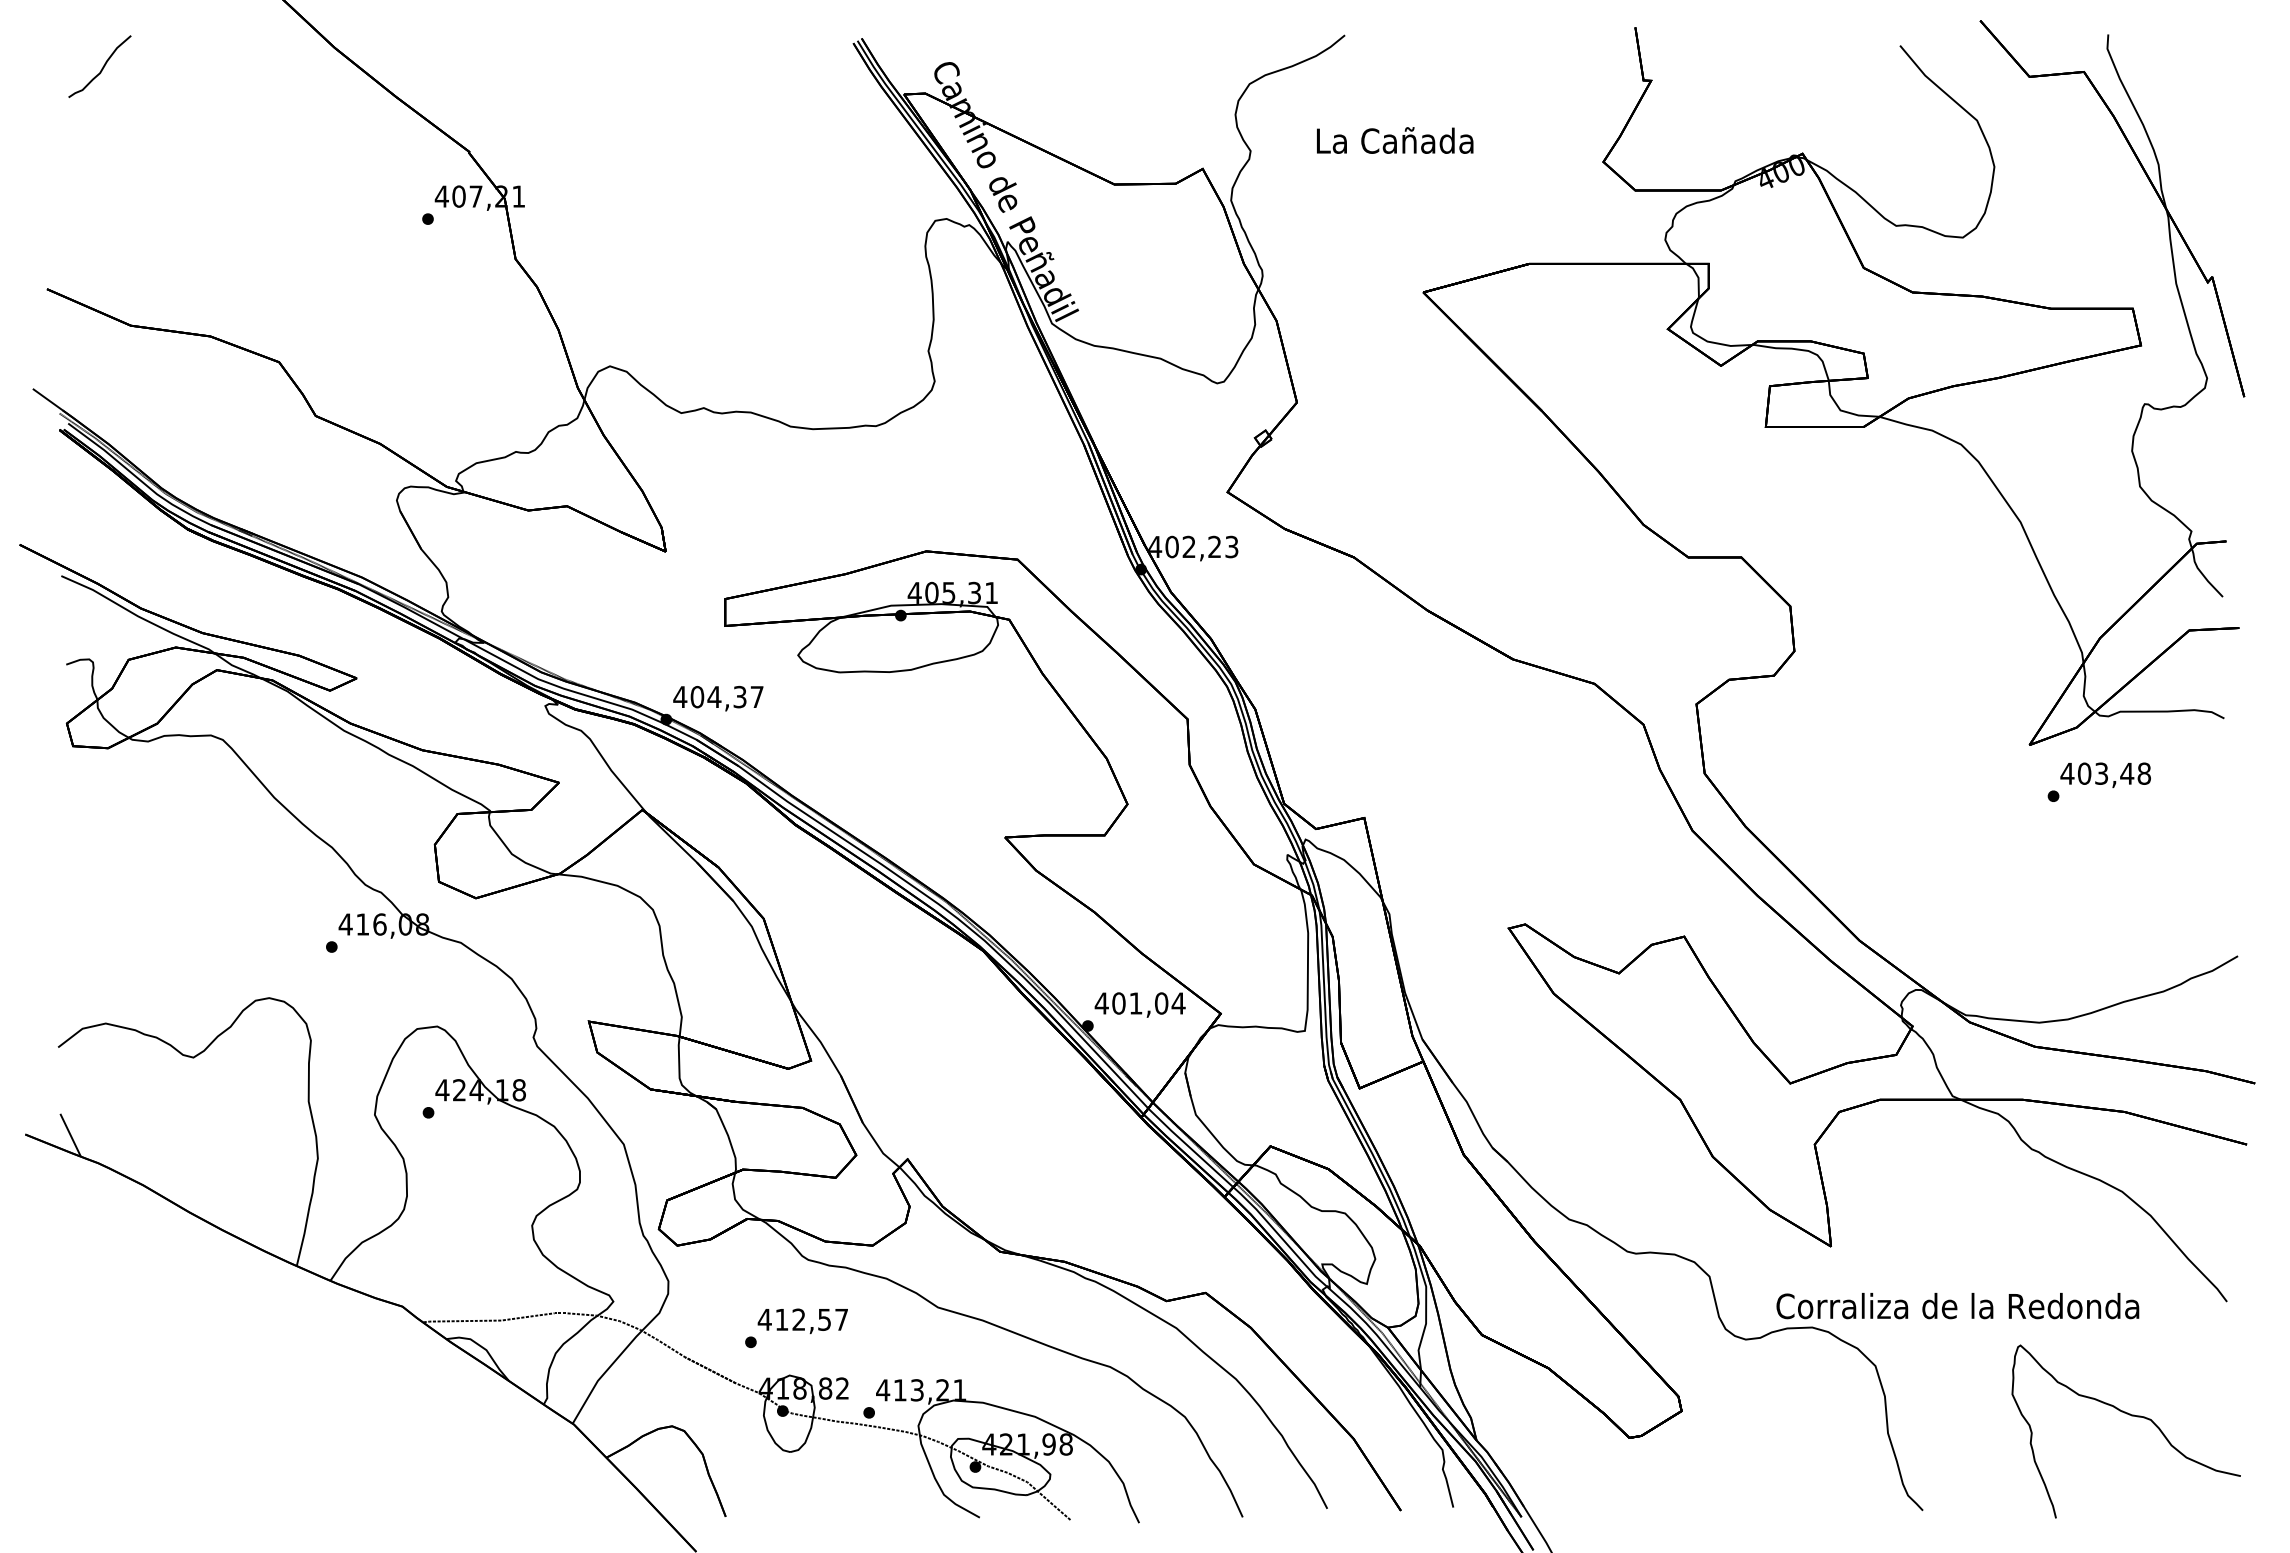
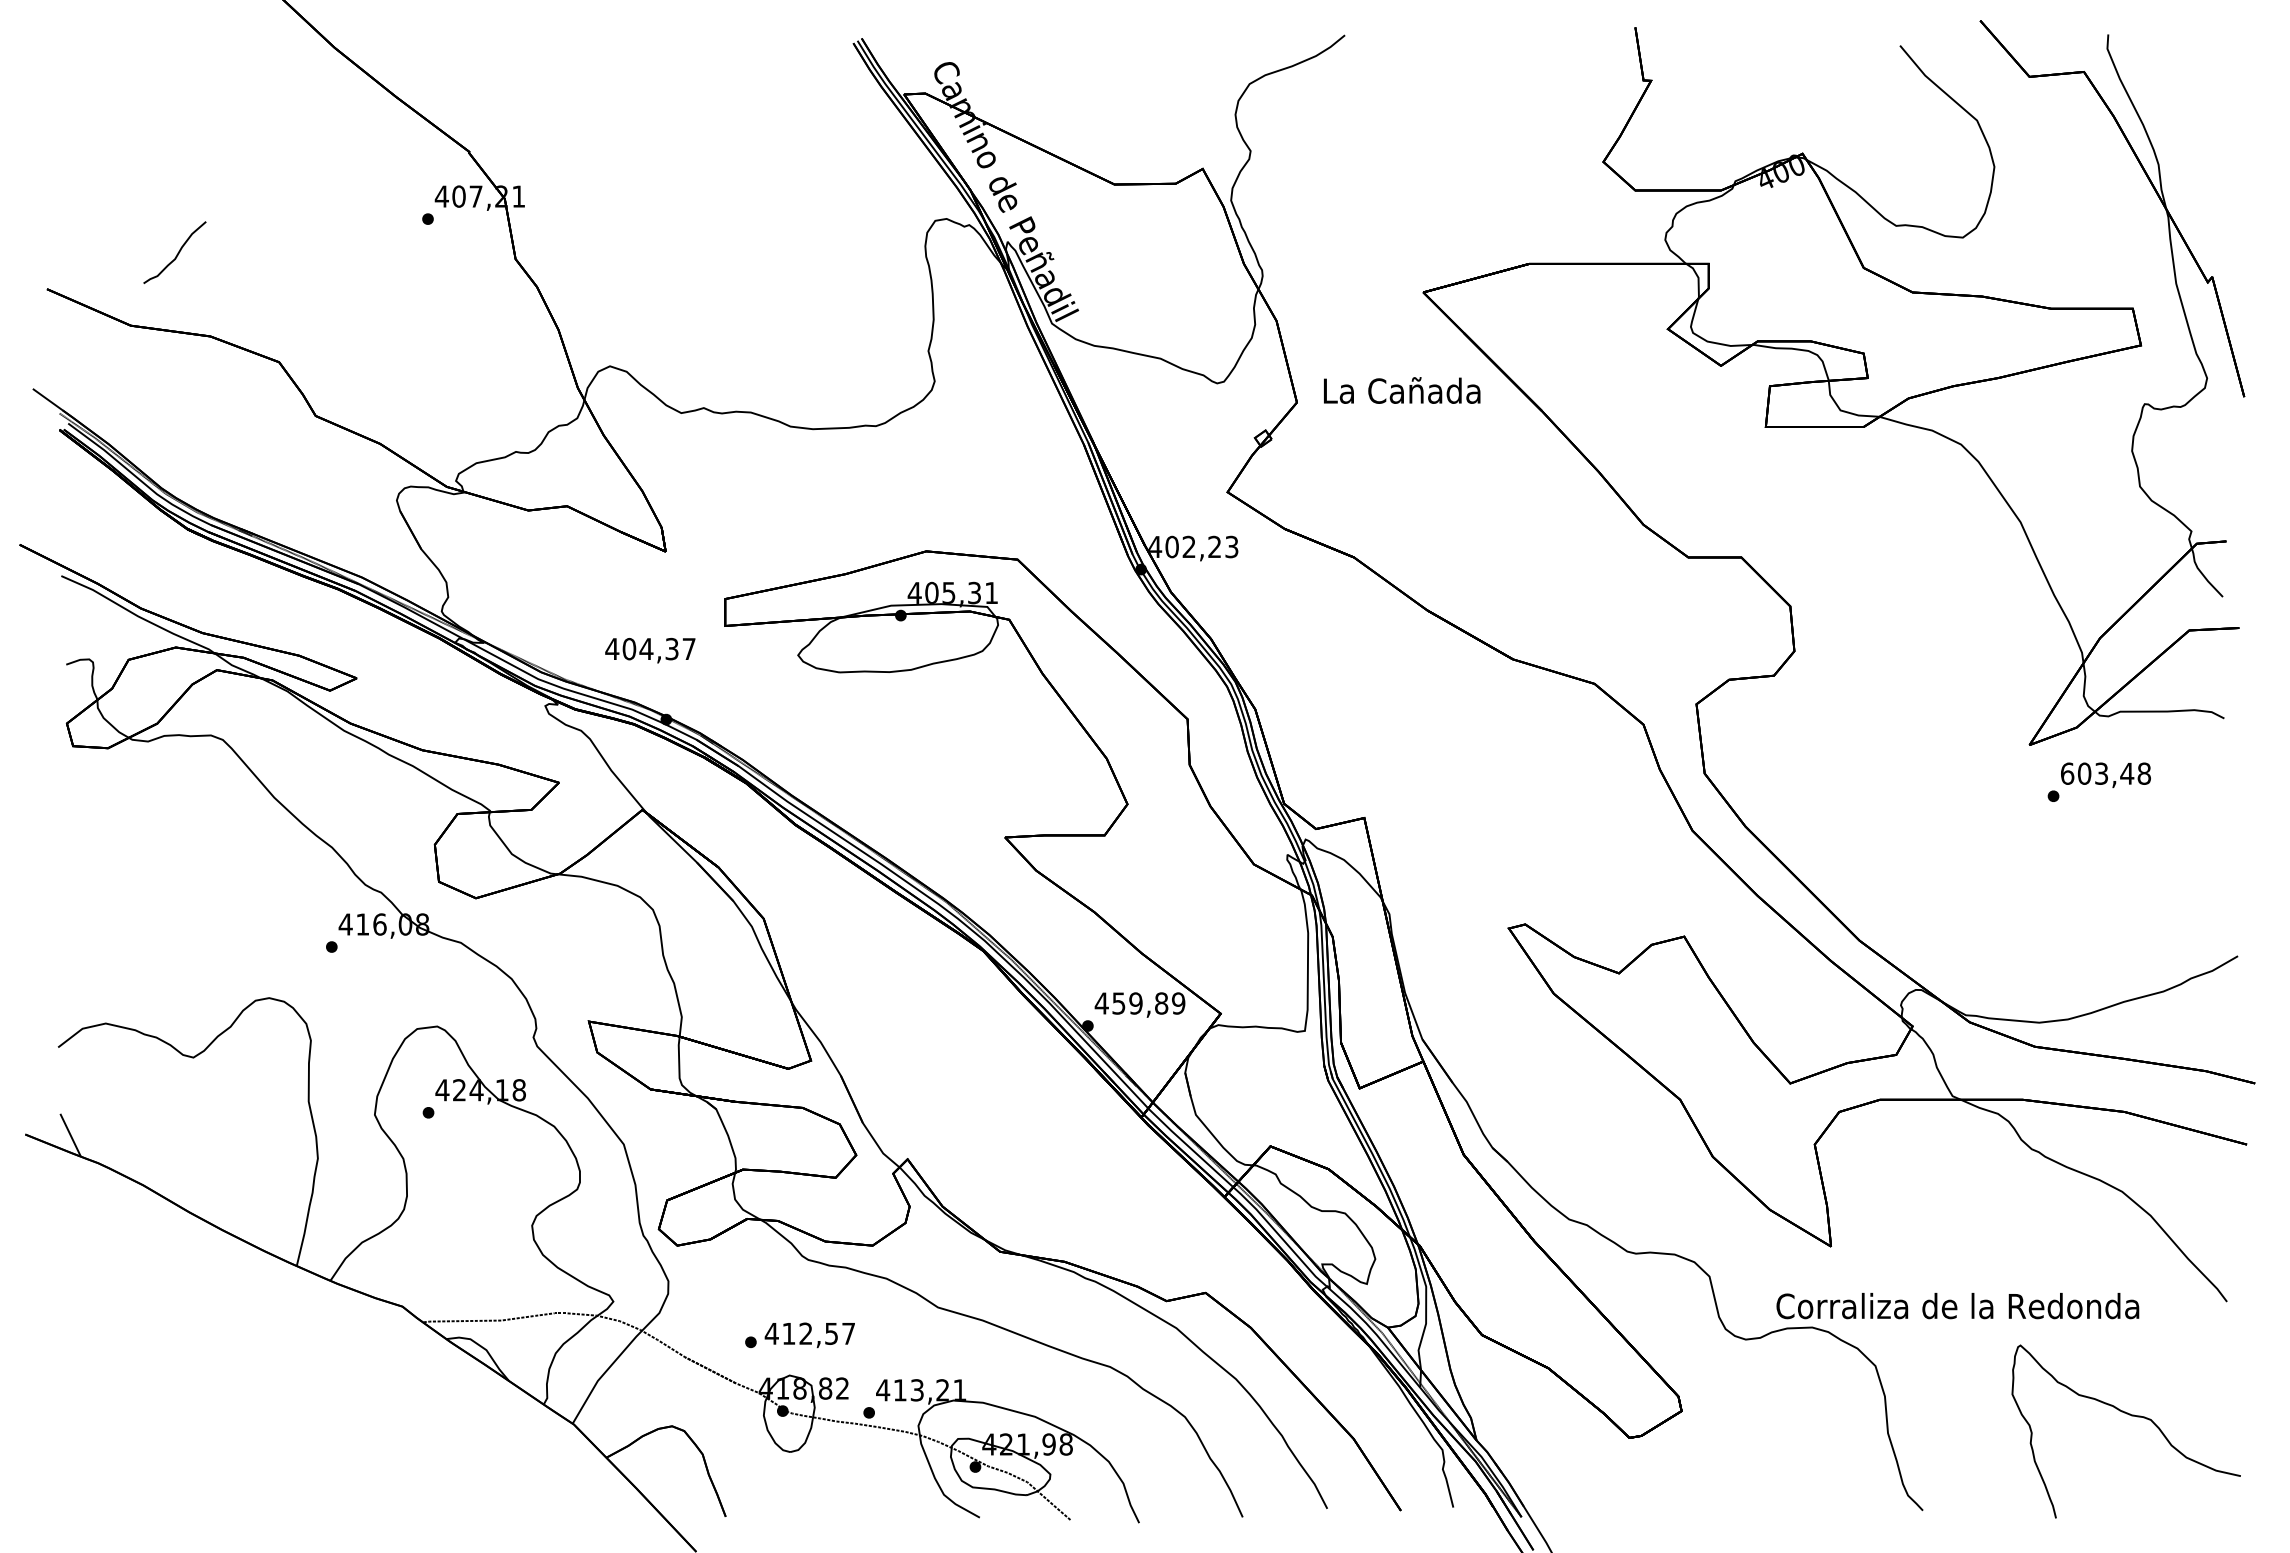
part at (99, 66) position: (99, 66) -> (174, 252)
text at (1395, 140) position: (1395, 140) -> (1402, 390)
text at (718, 698) position: (718, 698) -> (650, 650)
text at (2067, 773): 403,48 -> 603,48
text at (1148, 1003): 401,04 -> 459,89
text at (802, 1321) position: (802, 1321) -> (809, 1335)
